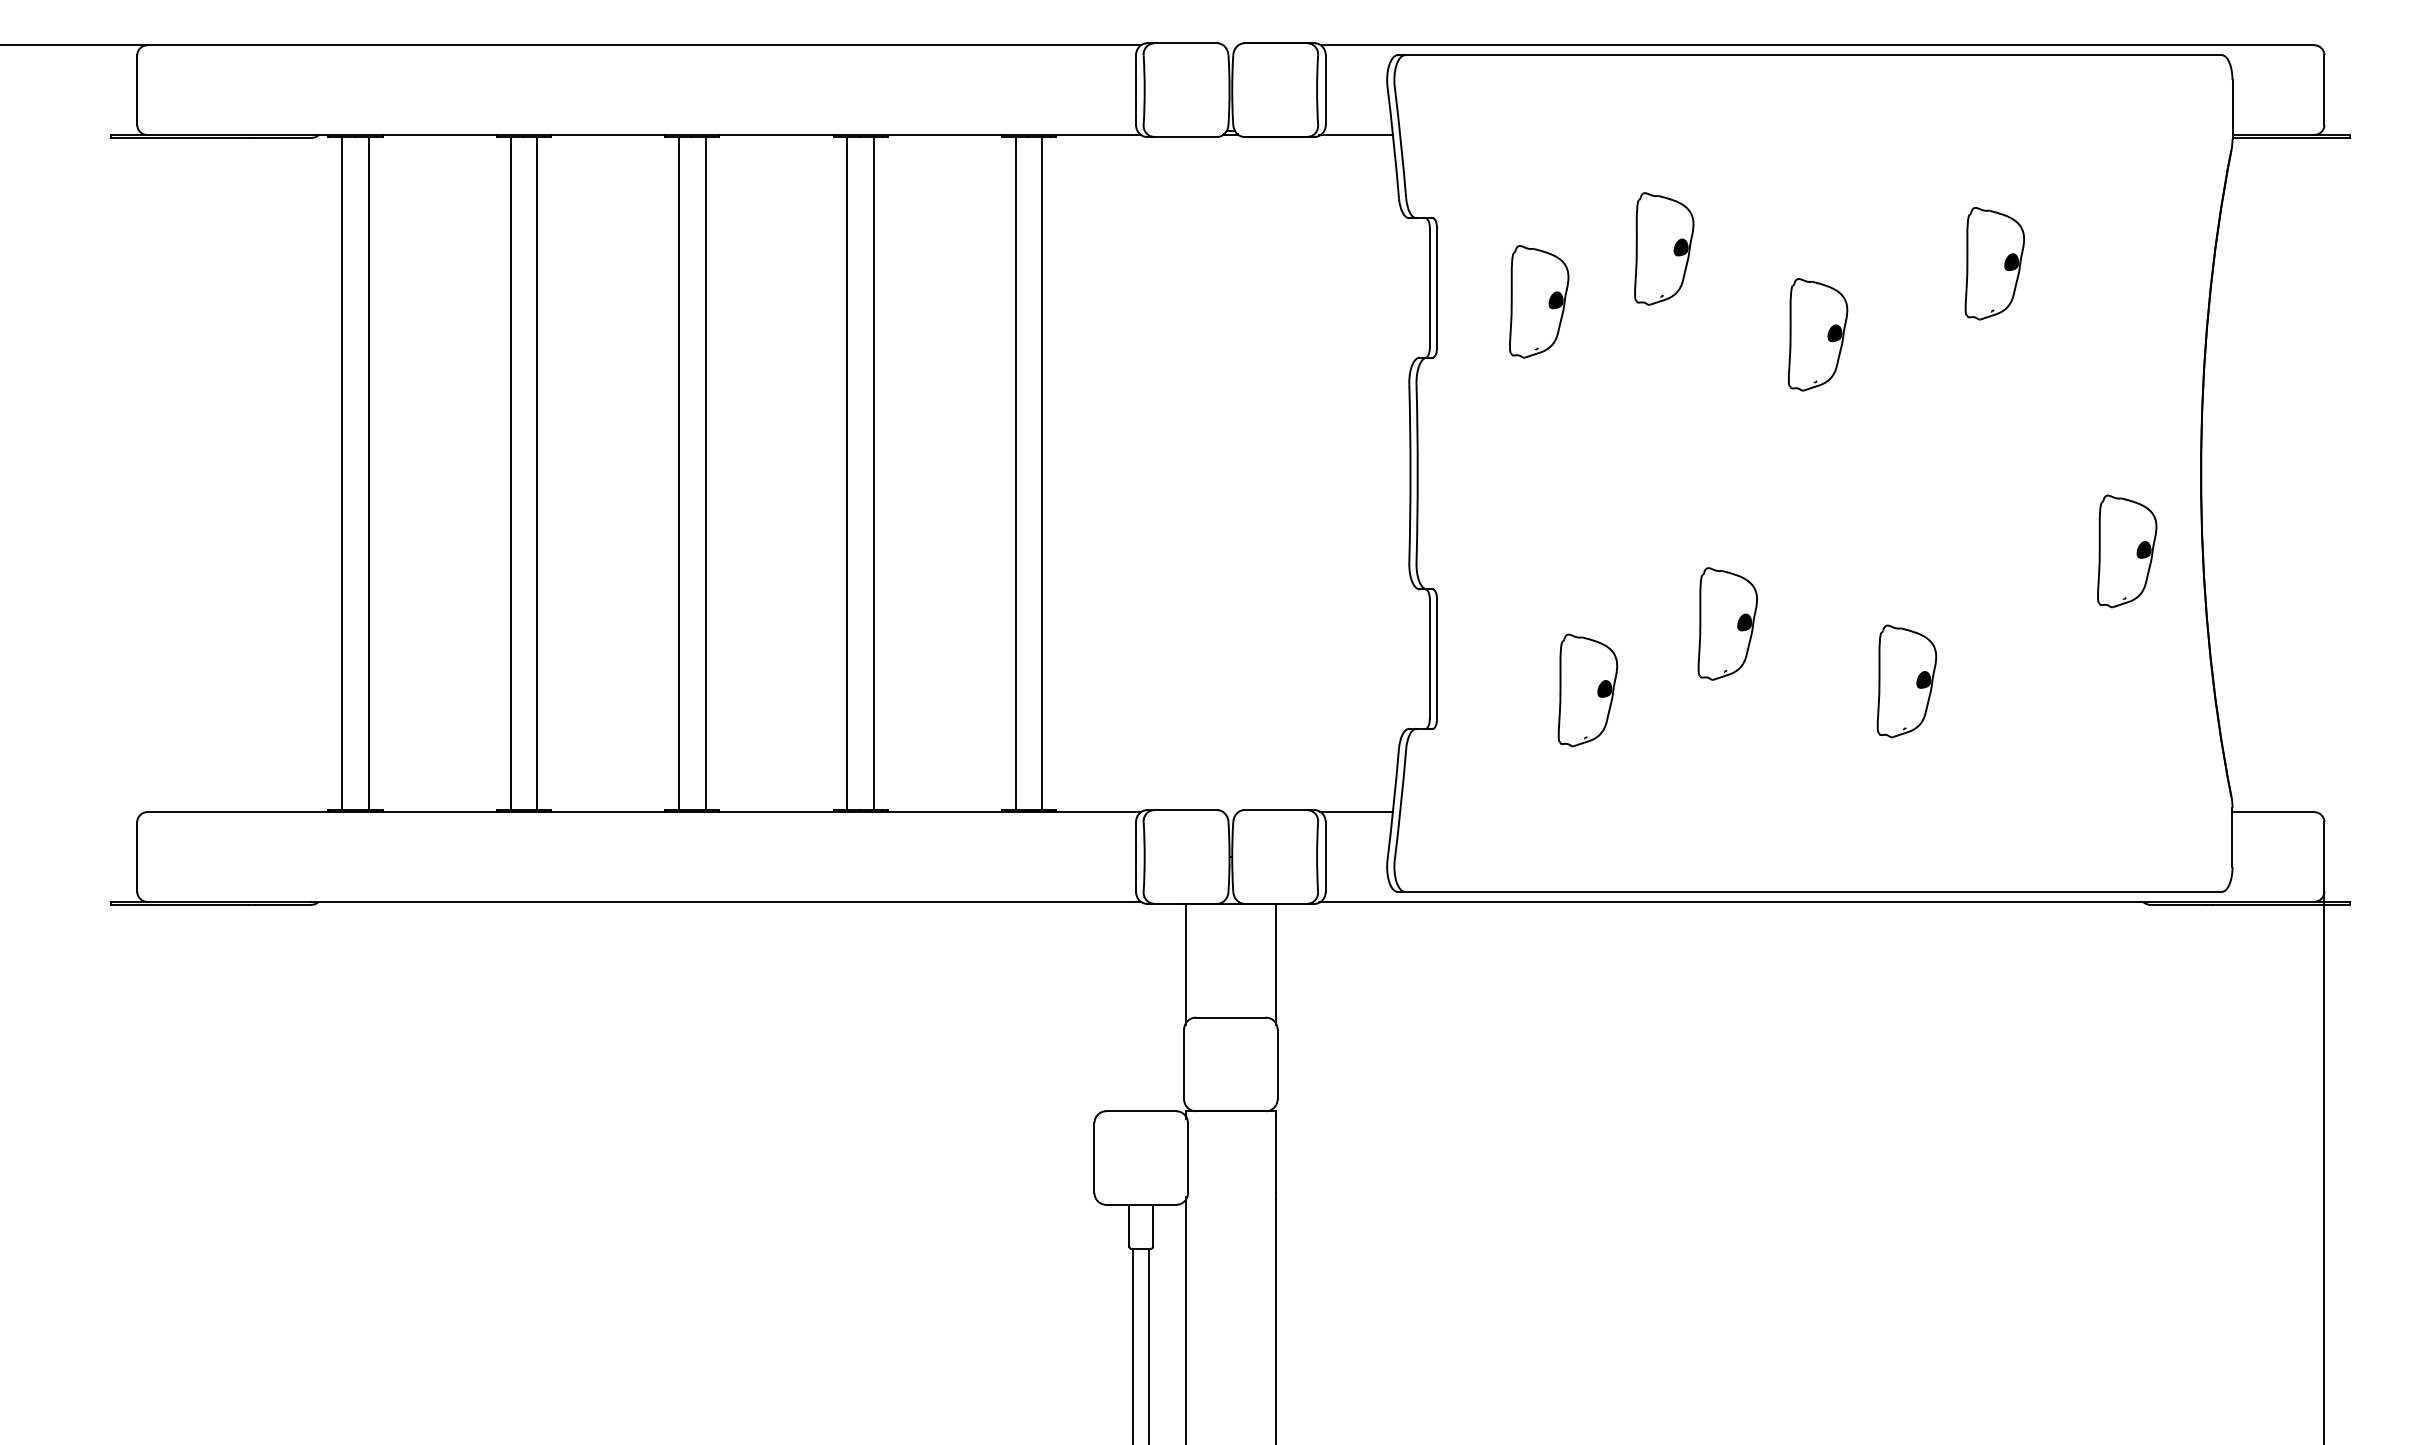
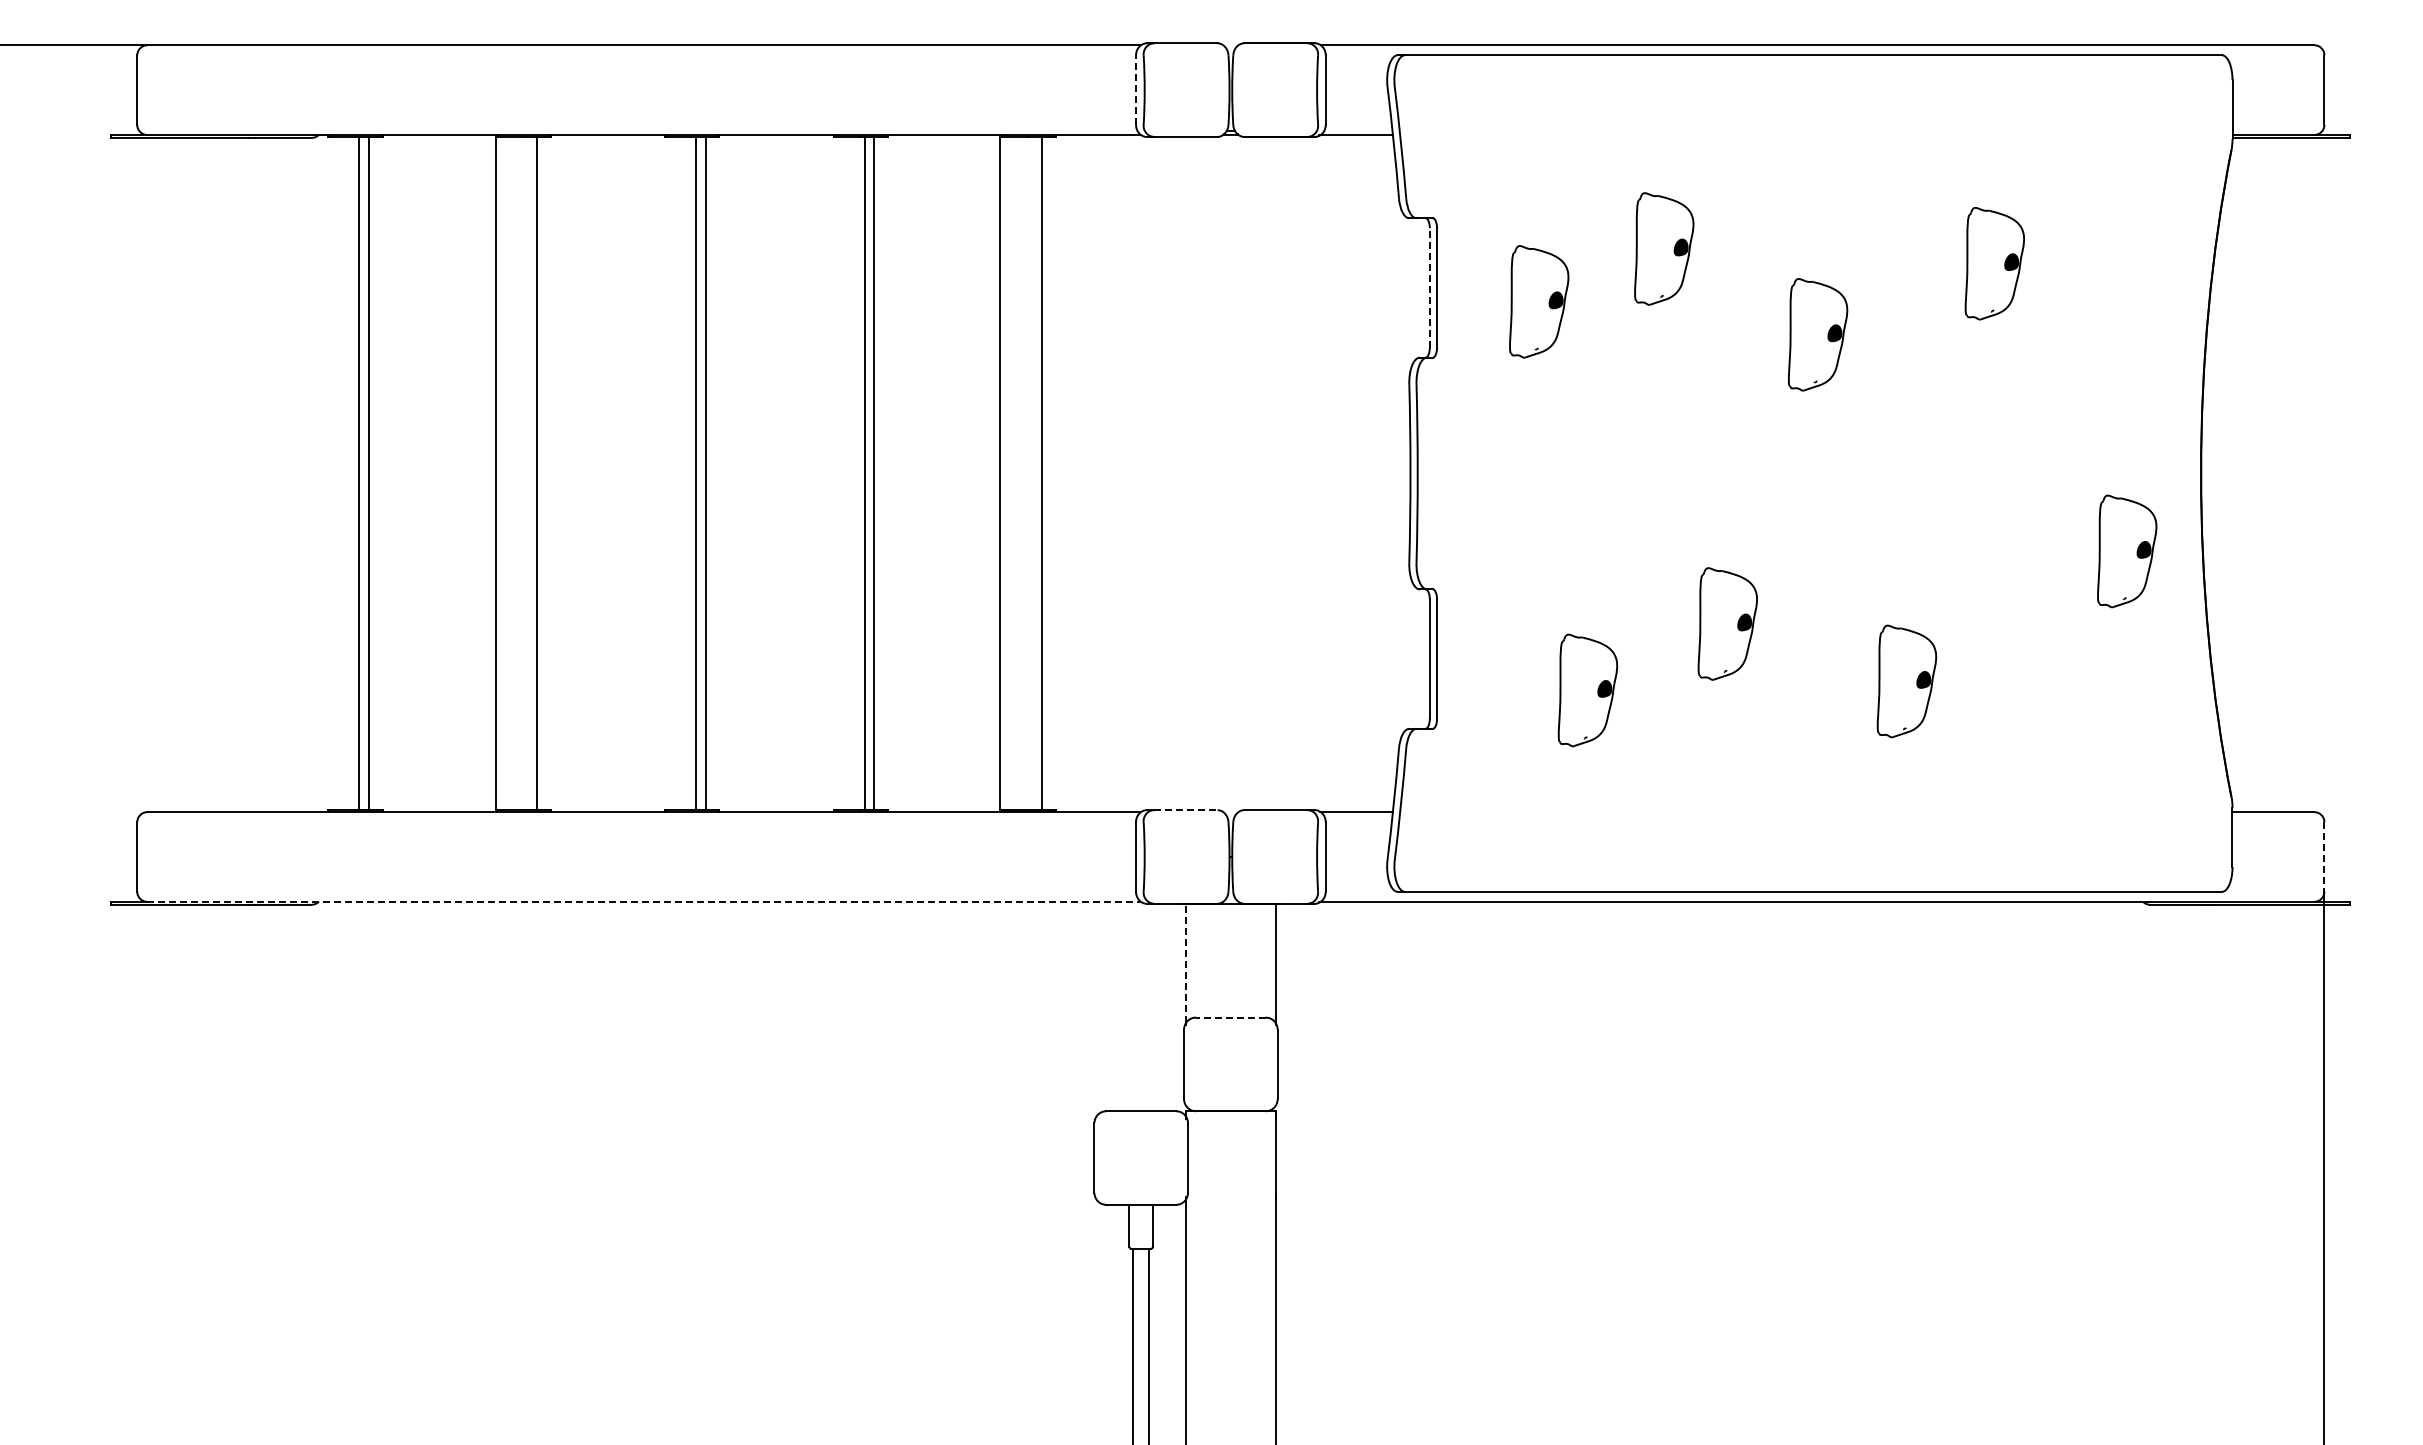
line at (1136, 90): solid -> dashed
line at (1429, 287): solid -> dashed
line at (342, 473) position: (342, 473) -> (359, 473)
line at (510, 473) position: (510, 473) -> (495, 473)
line at (678, 473) position: (678, 473) -> (695, 473)
line at (847, 473) position: (847, 473) -> (865, 473)
line at (1015, 473) position: (1015, 473) -> (999, 473)
line at (1186, 810): solid -> dashed
line at (2324, 856): solid -> dashed
line at (644, 901): solid -> dashed
line at (1186, 963): solid -> dashed
line at (1230, 1017): solid -> dashed
